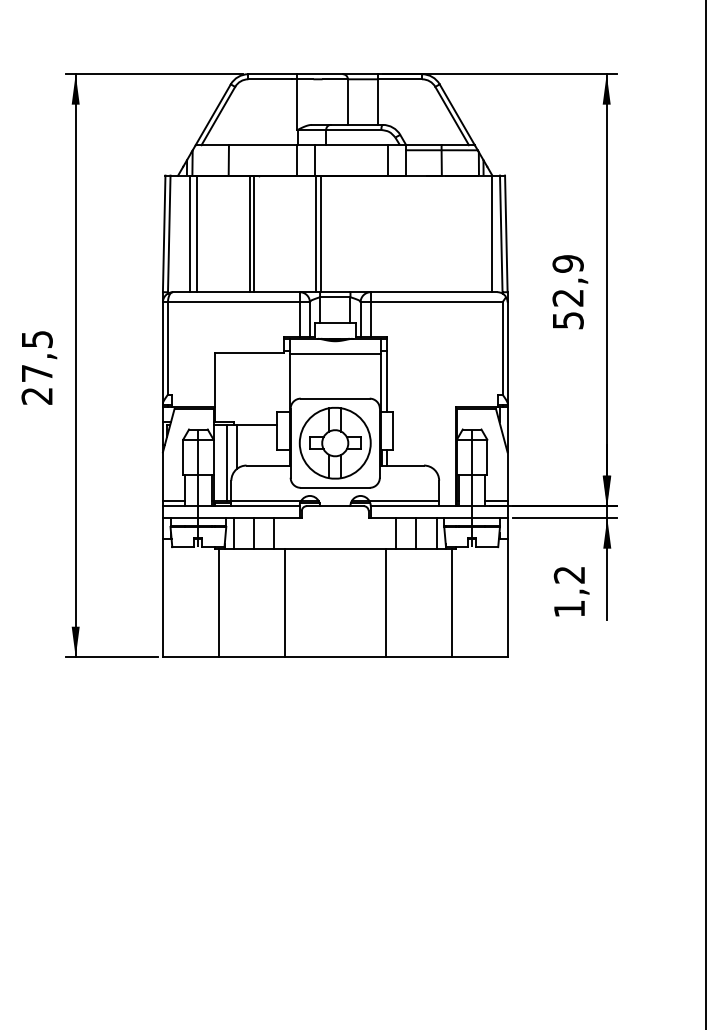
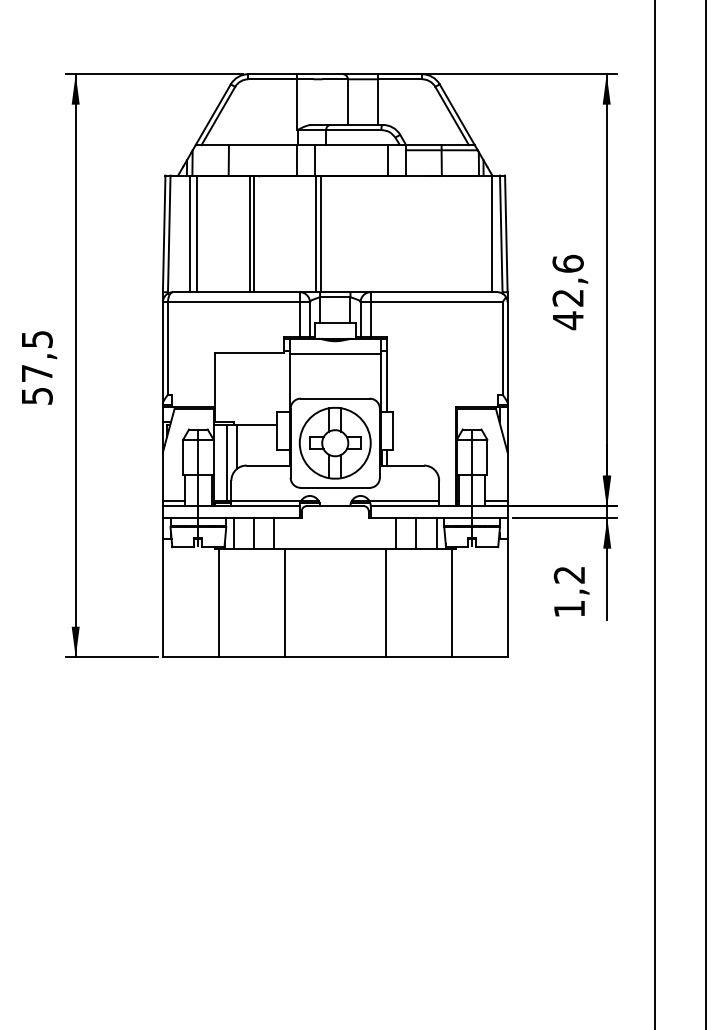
text at (567, 292): 52,9 -> 42,6
text at (36, 396): 27,5 -> 57,5
line at (655, 514): none -> present
